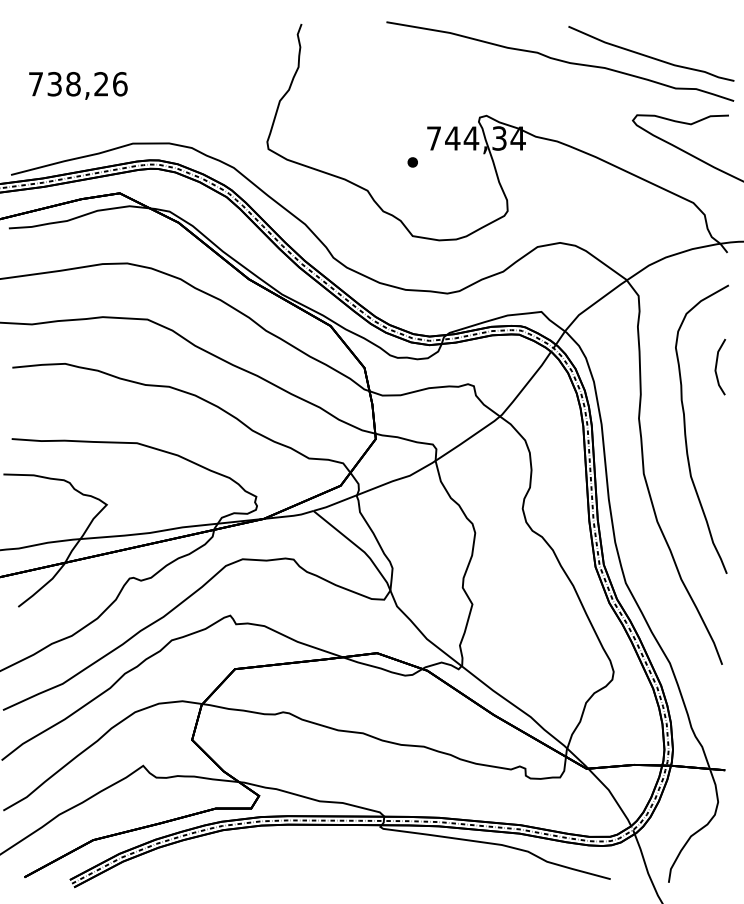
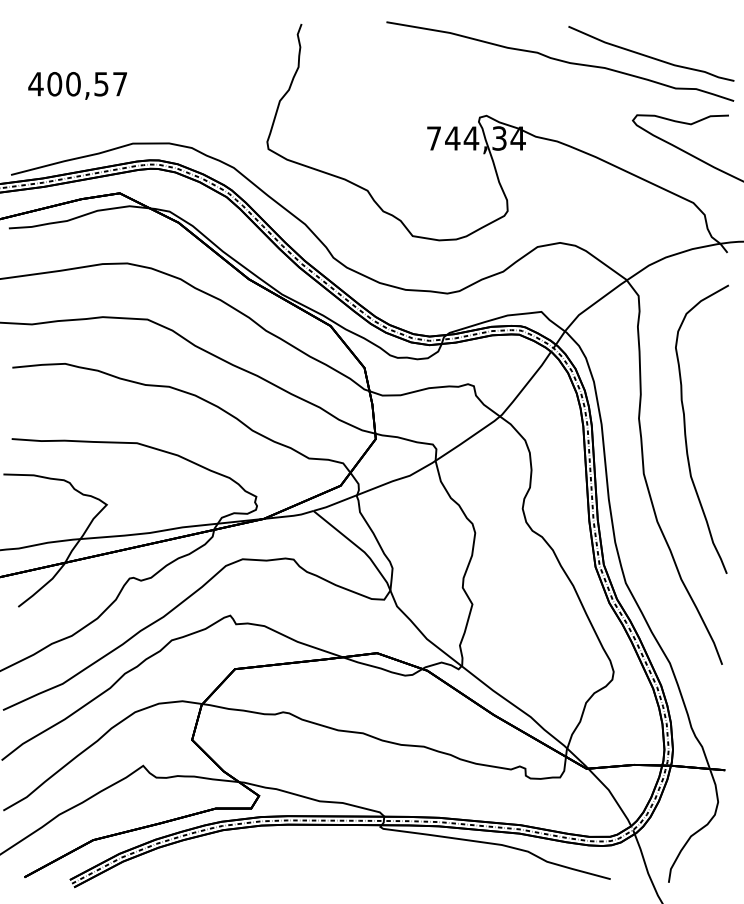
text at (77, 84): 738,26 -> 400,57
part at (412, 162): present -> none
line at (717, 365): present -> none
